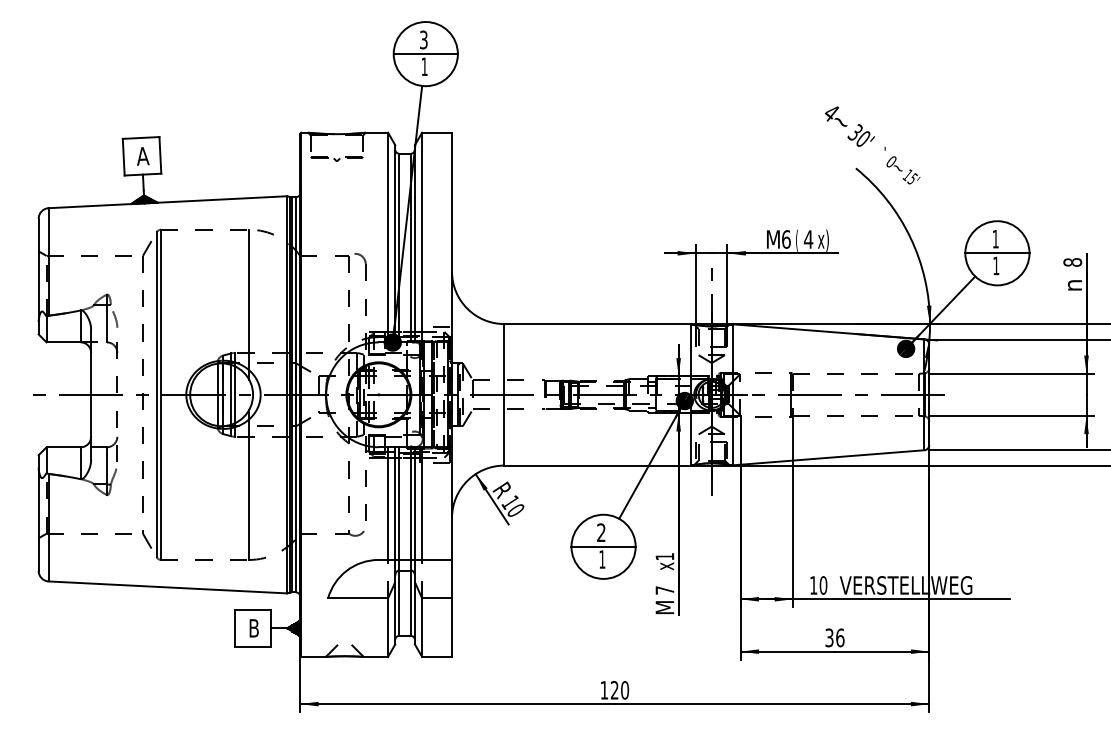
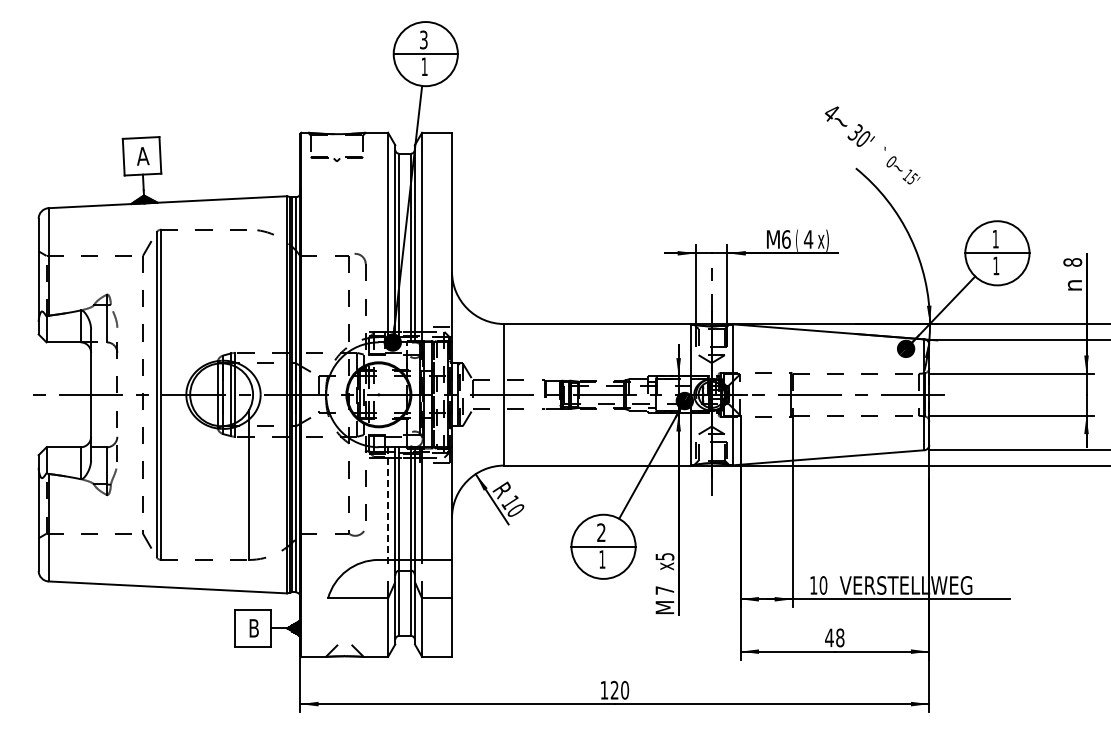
line at (249, 304): present -> none
line at (388, 504): solid -> dashed
text at (664, 556): x1 -> x5
text at (834, 637): 36 -> 48
